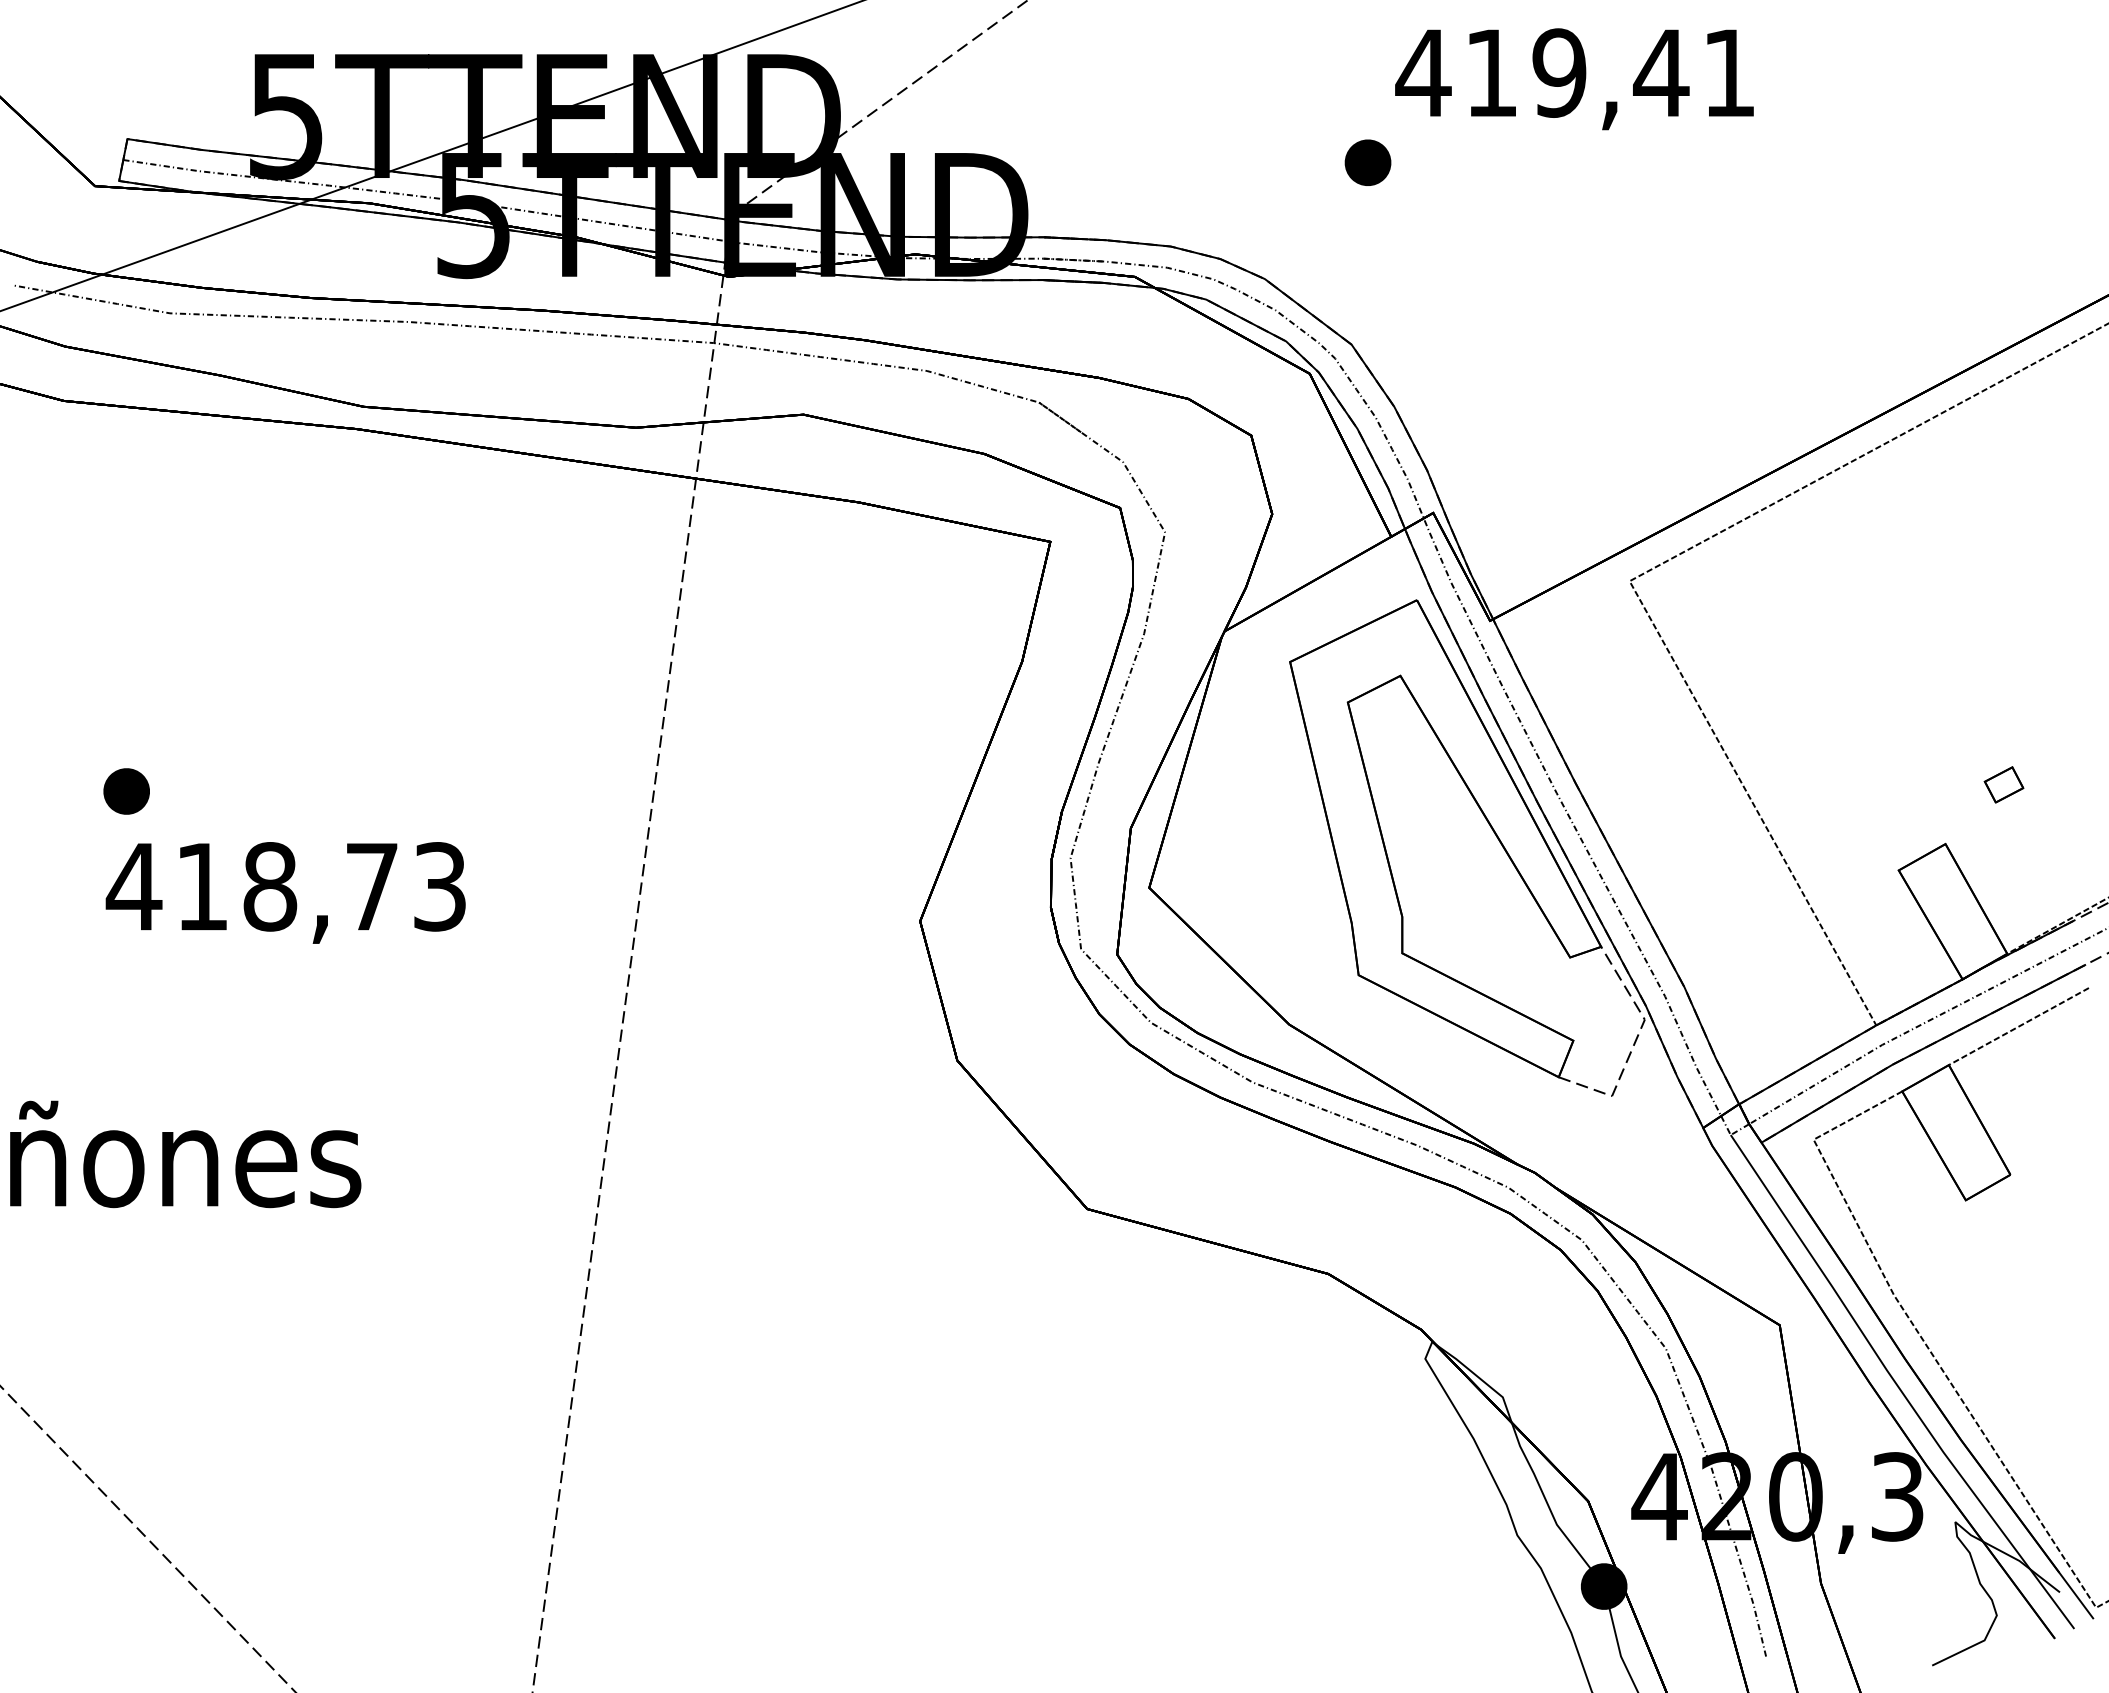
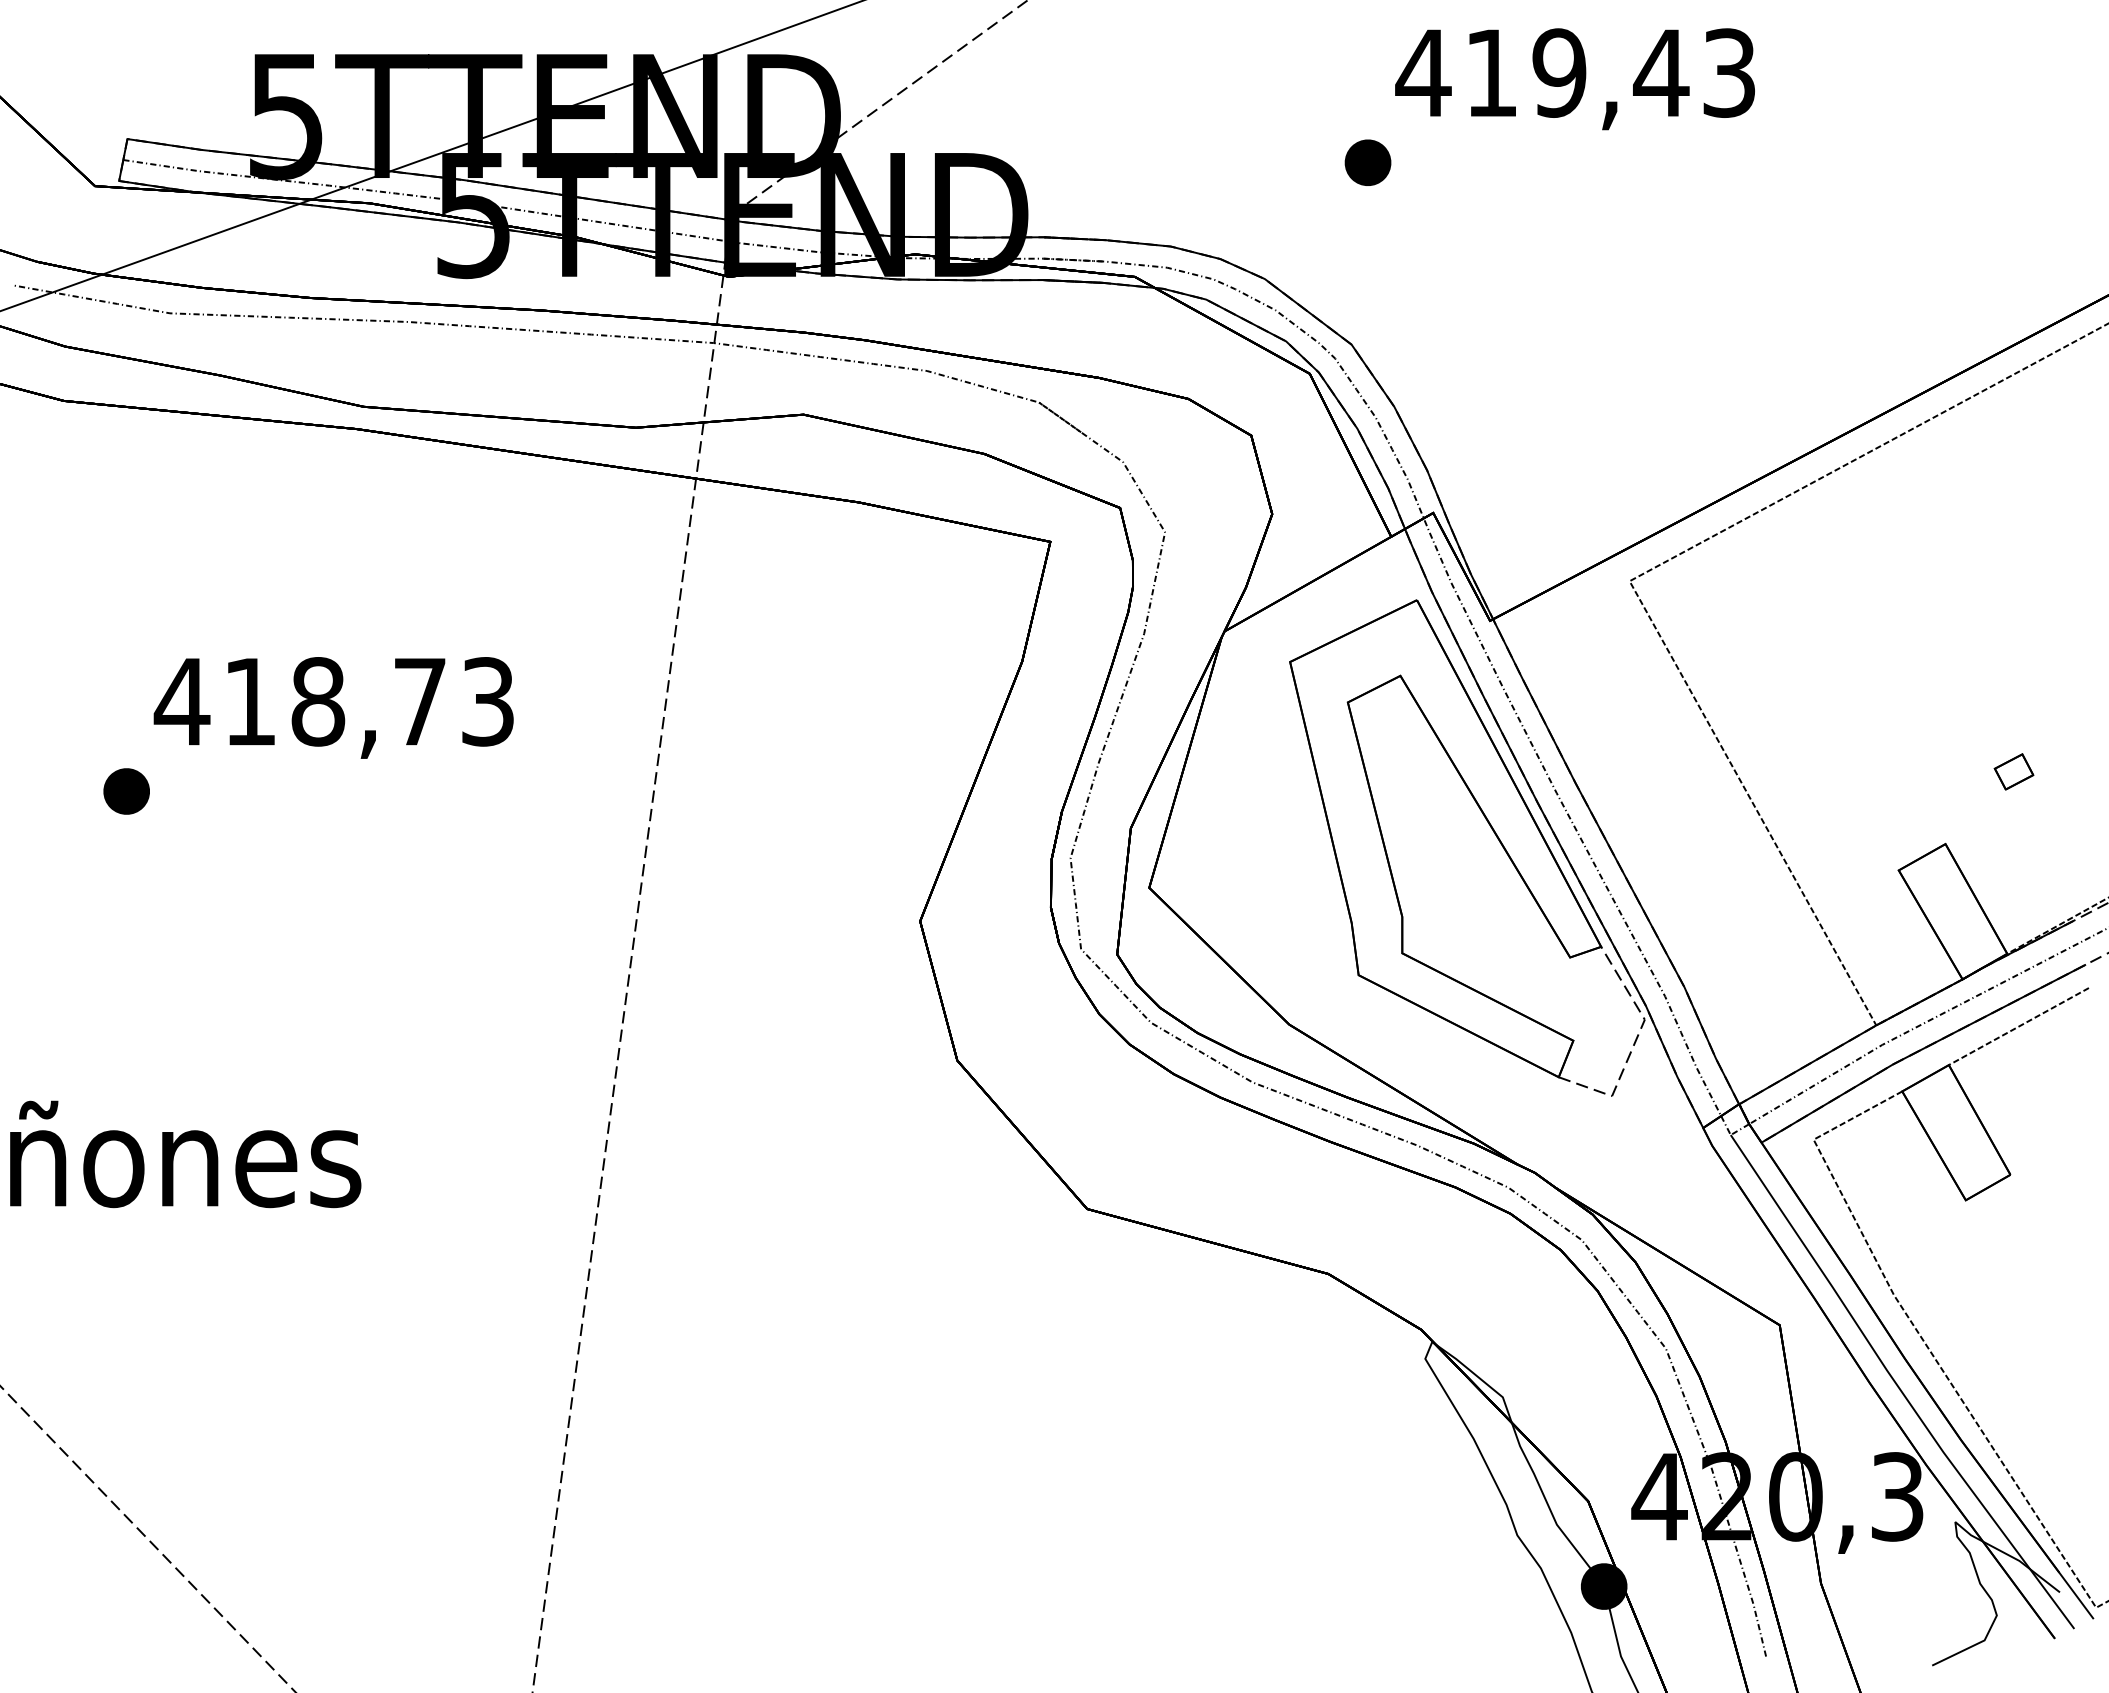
text at (1728, 72): 419,41 -> 419,43
part at (2003, 784) position: (2003, 784) -> (2013, 771)
text at (285, 892) position: (285, 892) -> (333, 707)
